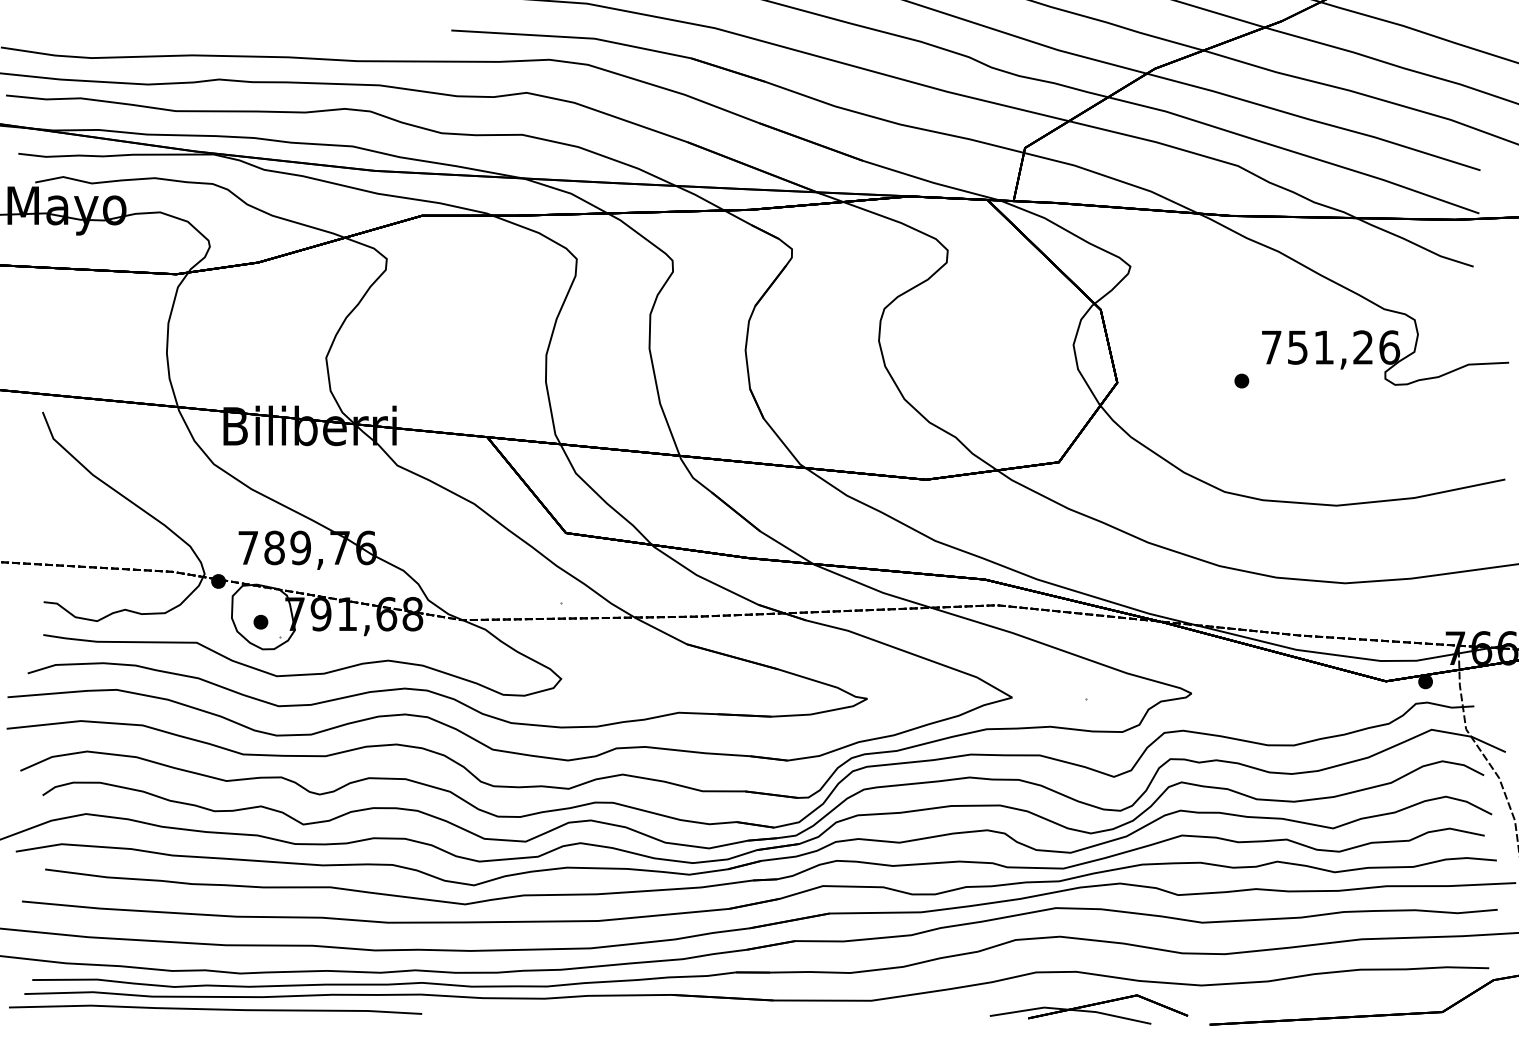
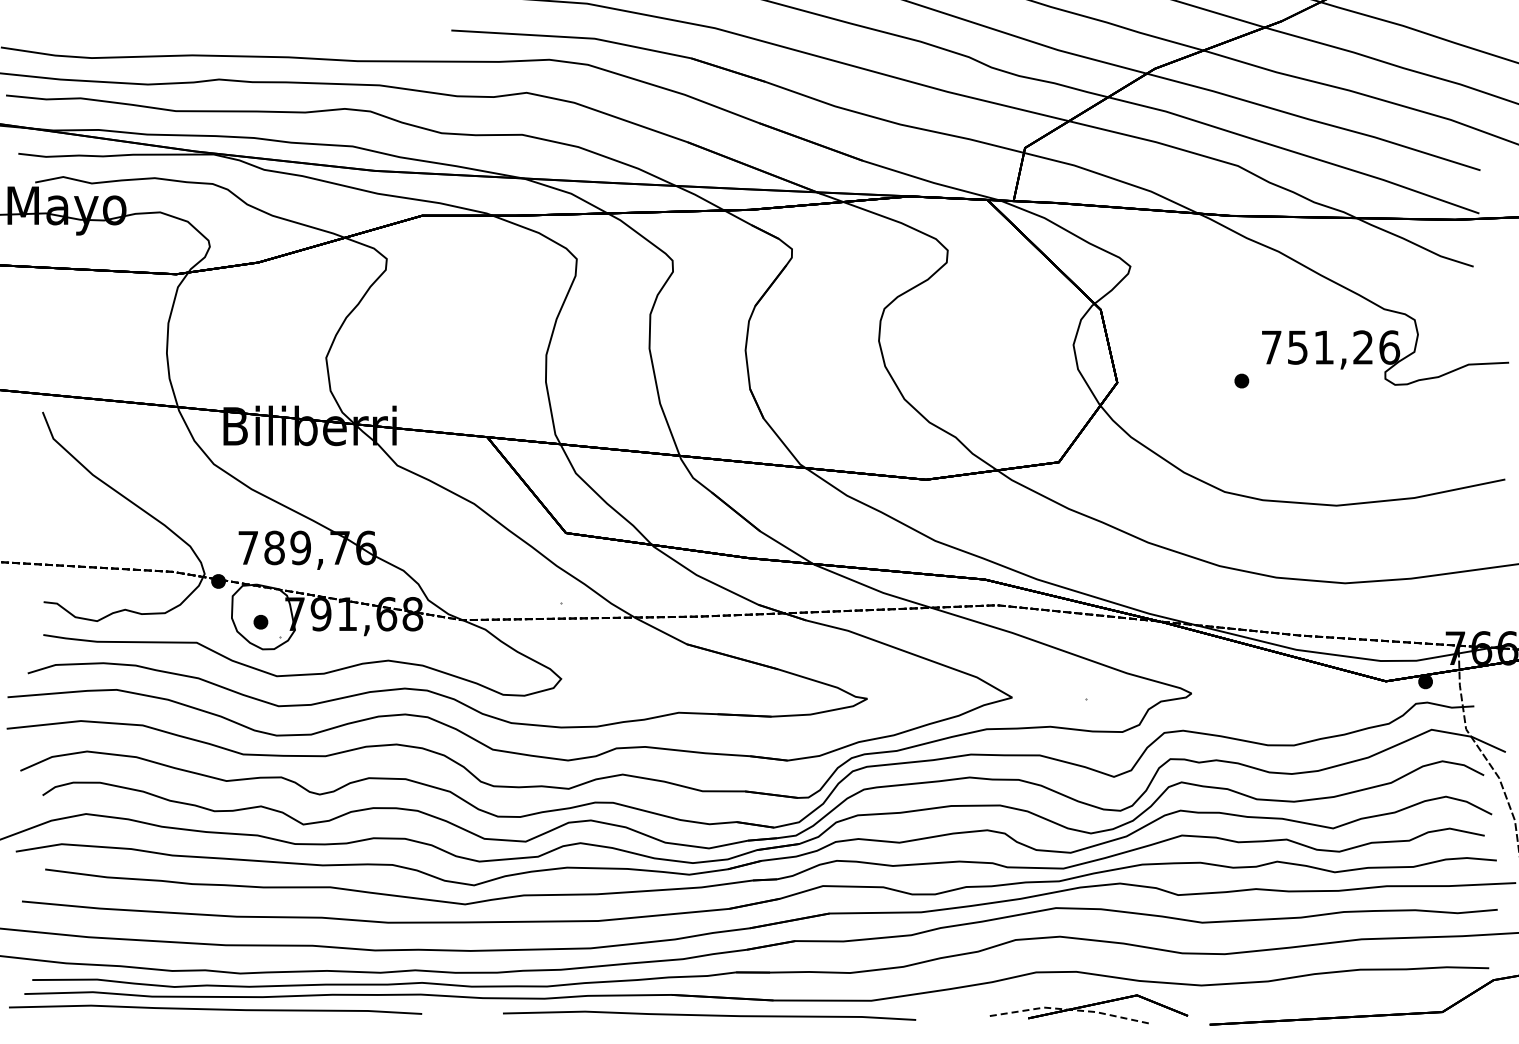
line at (1071, 1009): solid -> dashed
curve at (709, 1015): none -> present
